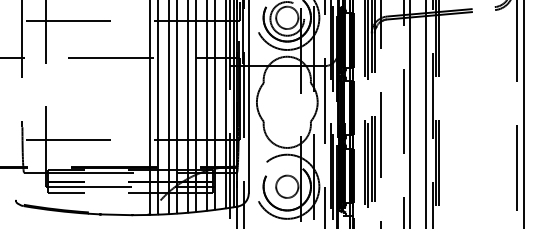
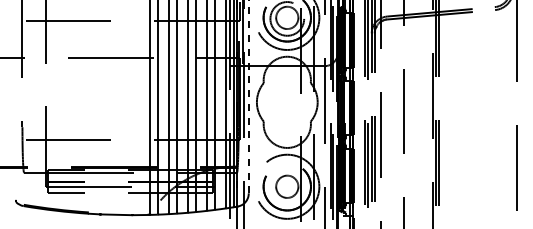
line at (248, 96): solid -> dashed
line at (410, 113): present -> none
line at (426, 113): present -> none
line at (523, 113): present -> none
